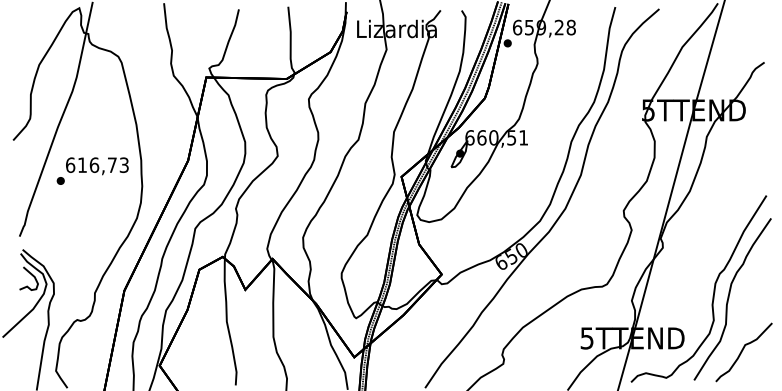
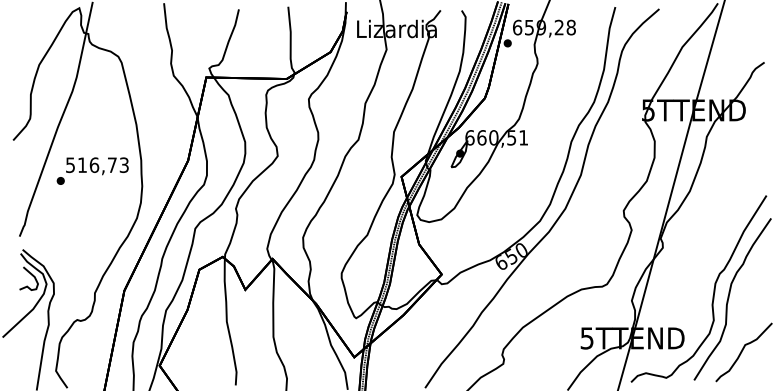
text at (70, 165): 616,73 -> 516,73
